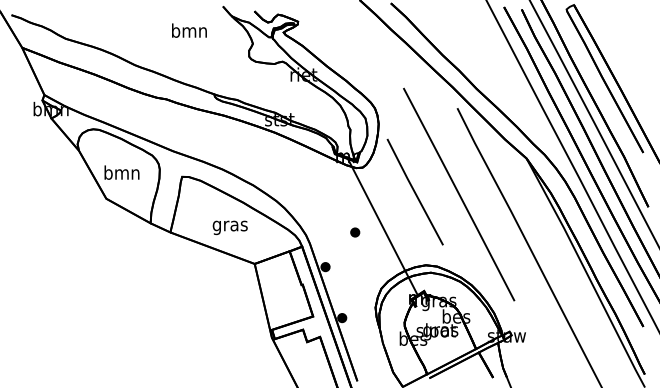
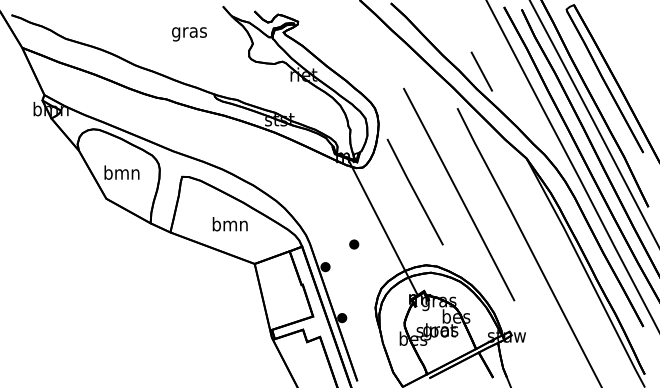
text at (189, 32): bmn -> gras
line at (481, 71): none -> present
text at (229, 226): gras -> bmn
part at (355, 232) position: (355, 232) -> (354, 244)
